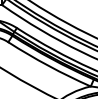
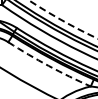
arc at (62, 20): solid -> dashed
arc at (48, 65): solid -> dashed
